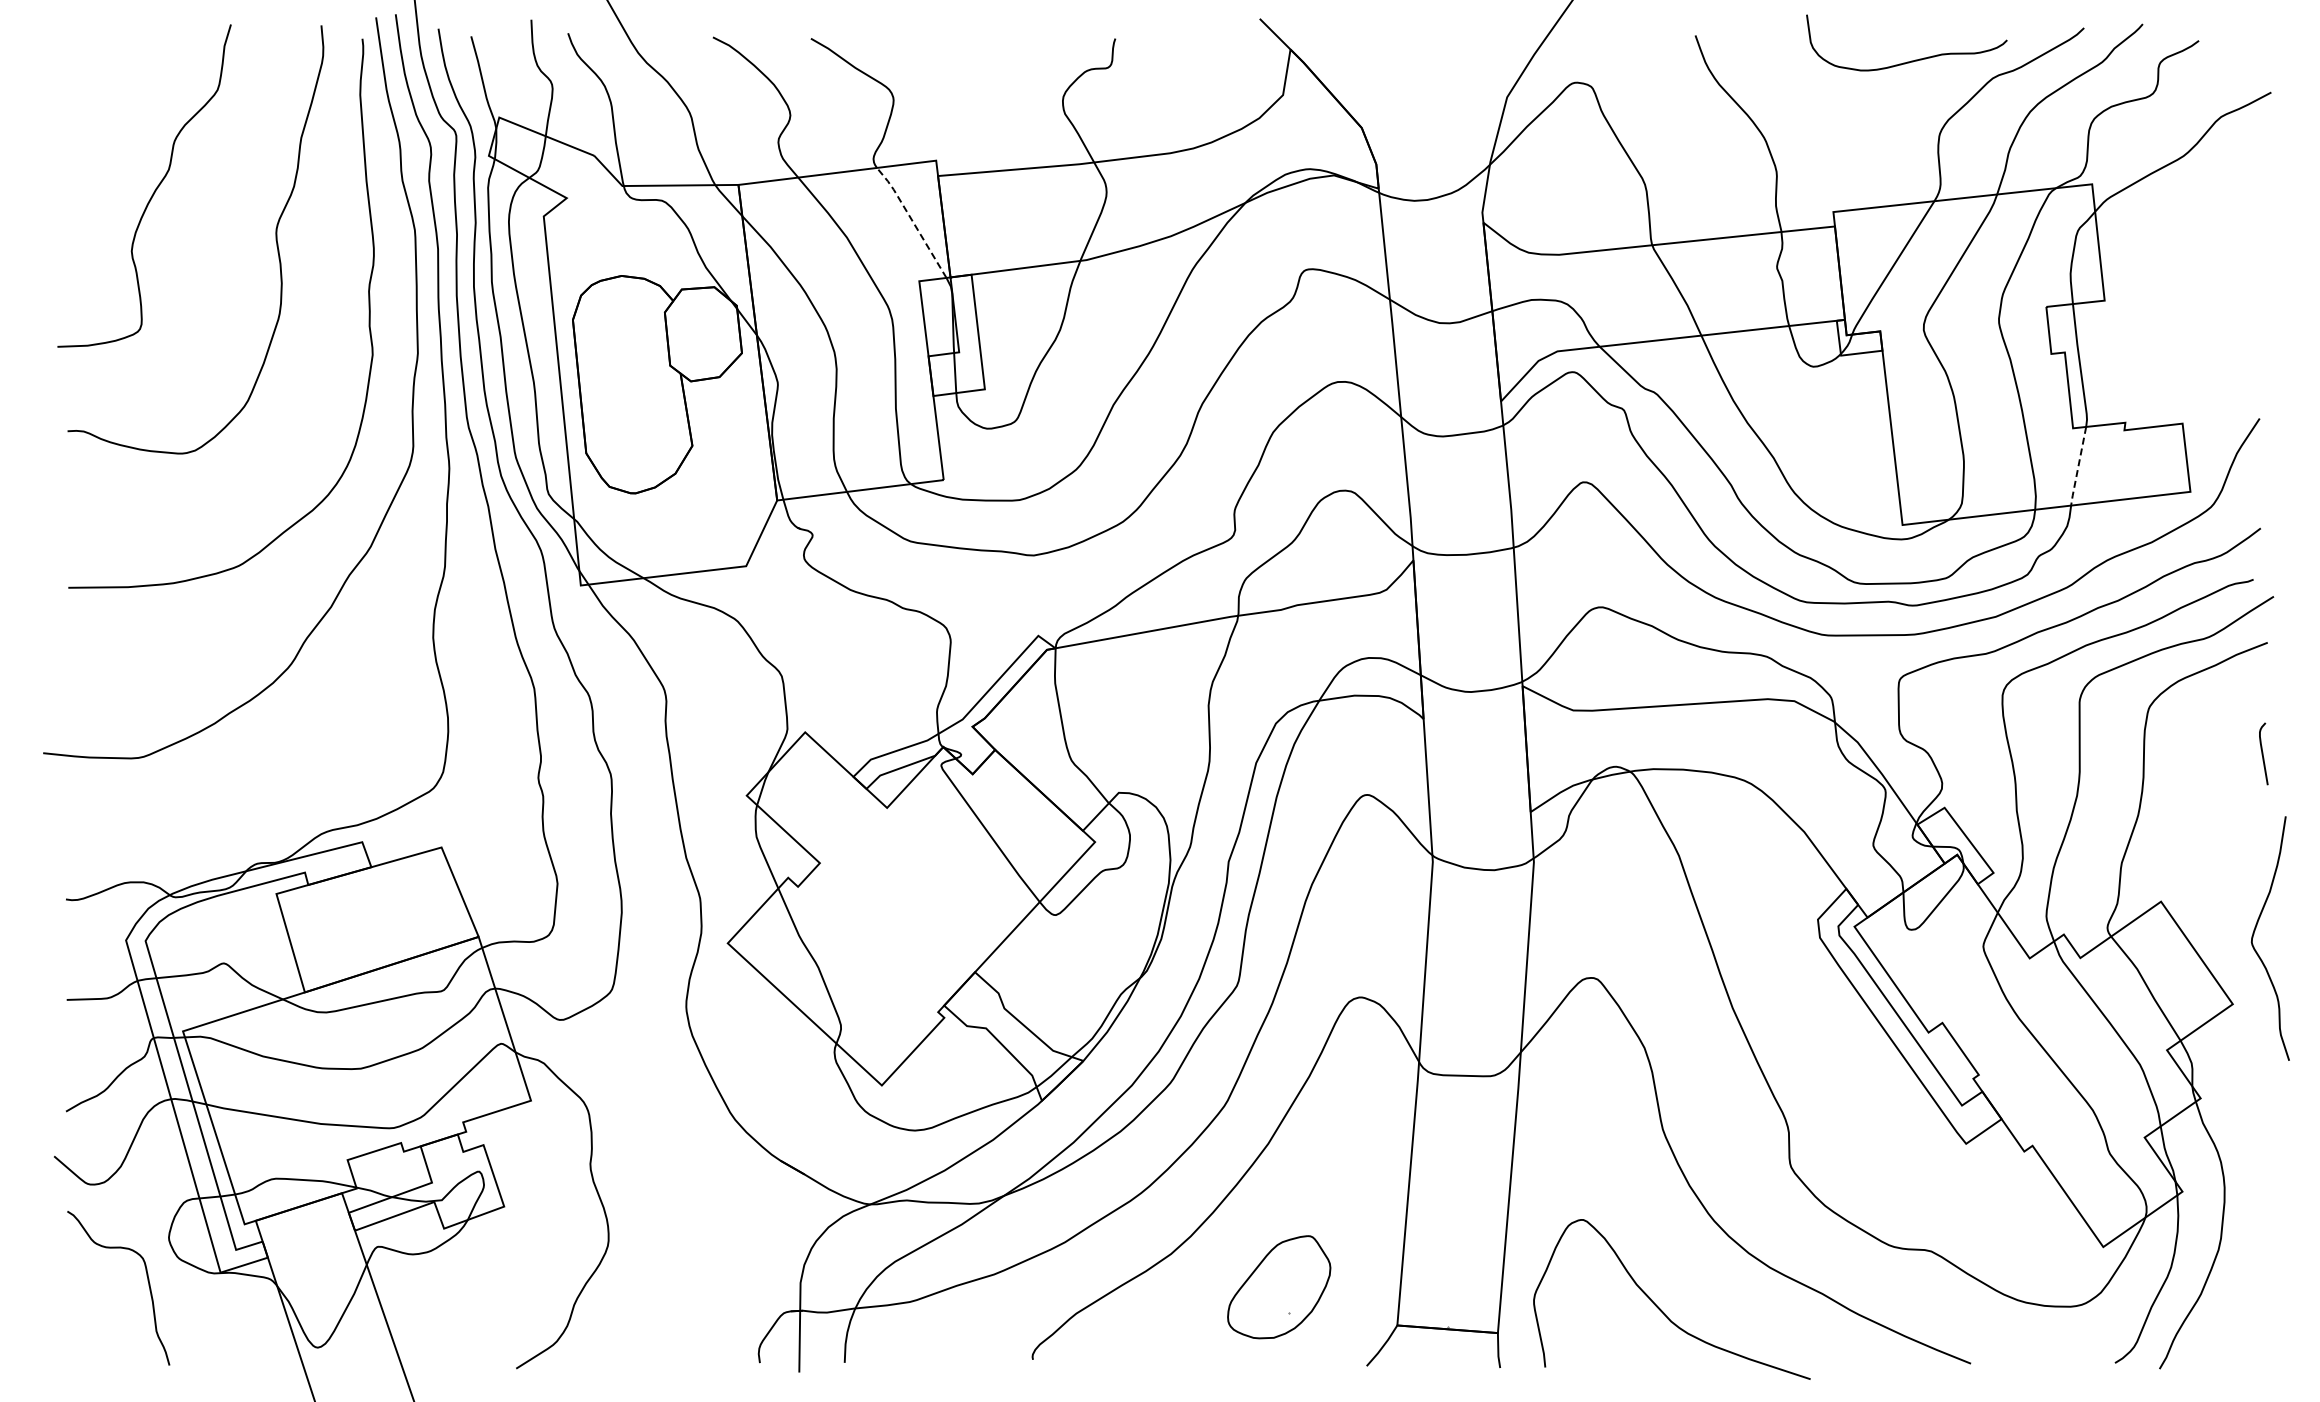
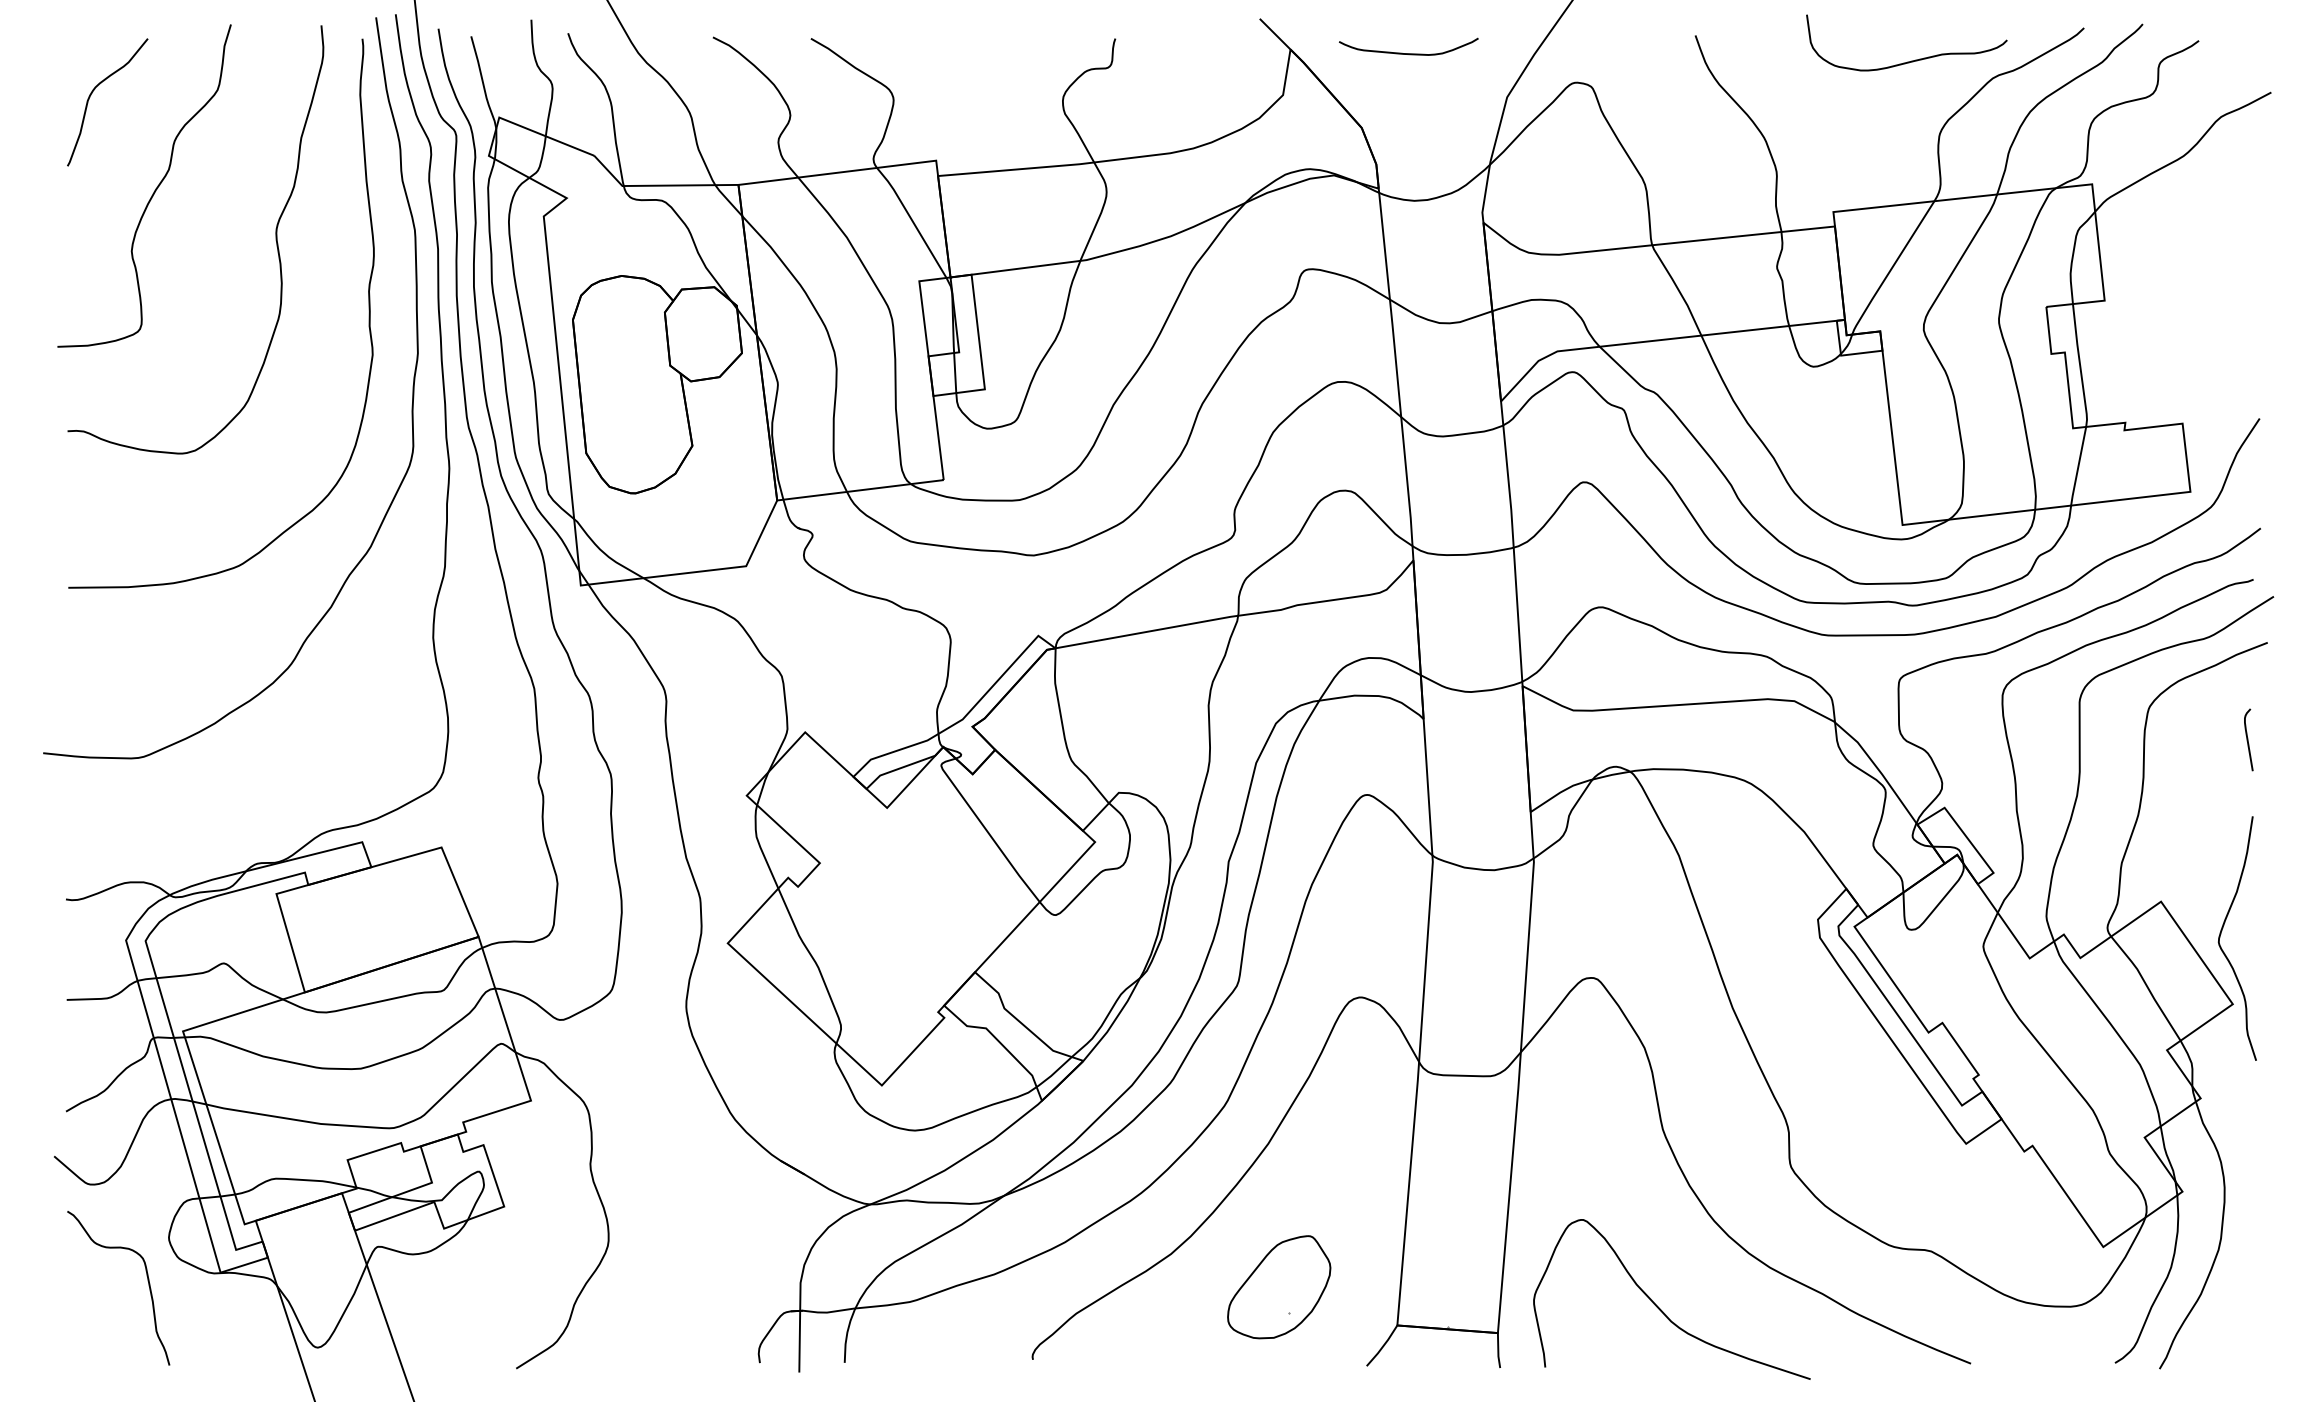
curve at (1408, 53): none -> present
curve at (91, 95): none -> present
line at (912, 220): dashed -> solid
line at (2078, 466): dashed -> solid
curve at (2263, 753) position: (2263, 753) -> (2248, 739)
curve at (2254, 934) position: (2254, 934) -> (2221, 934)
